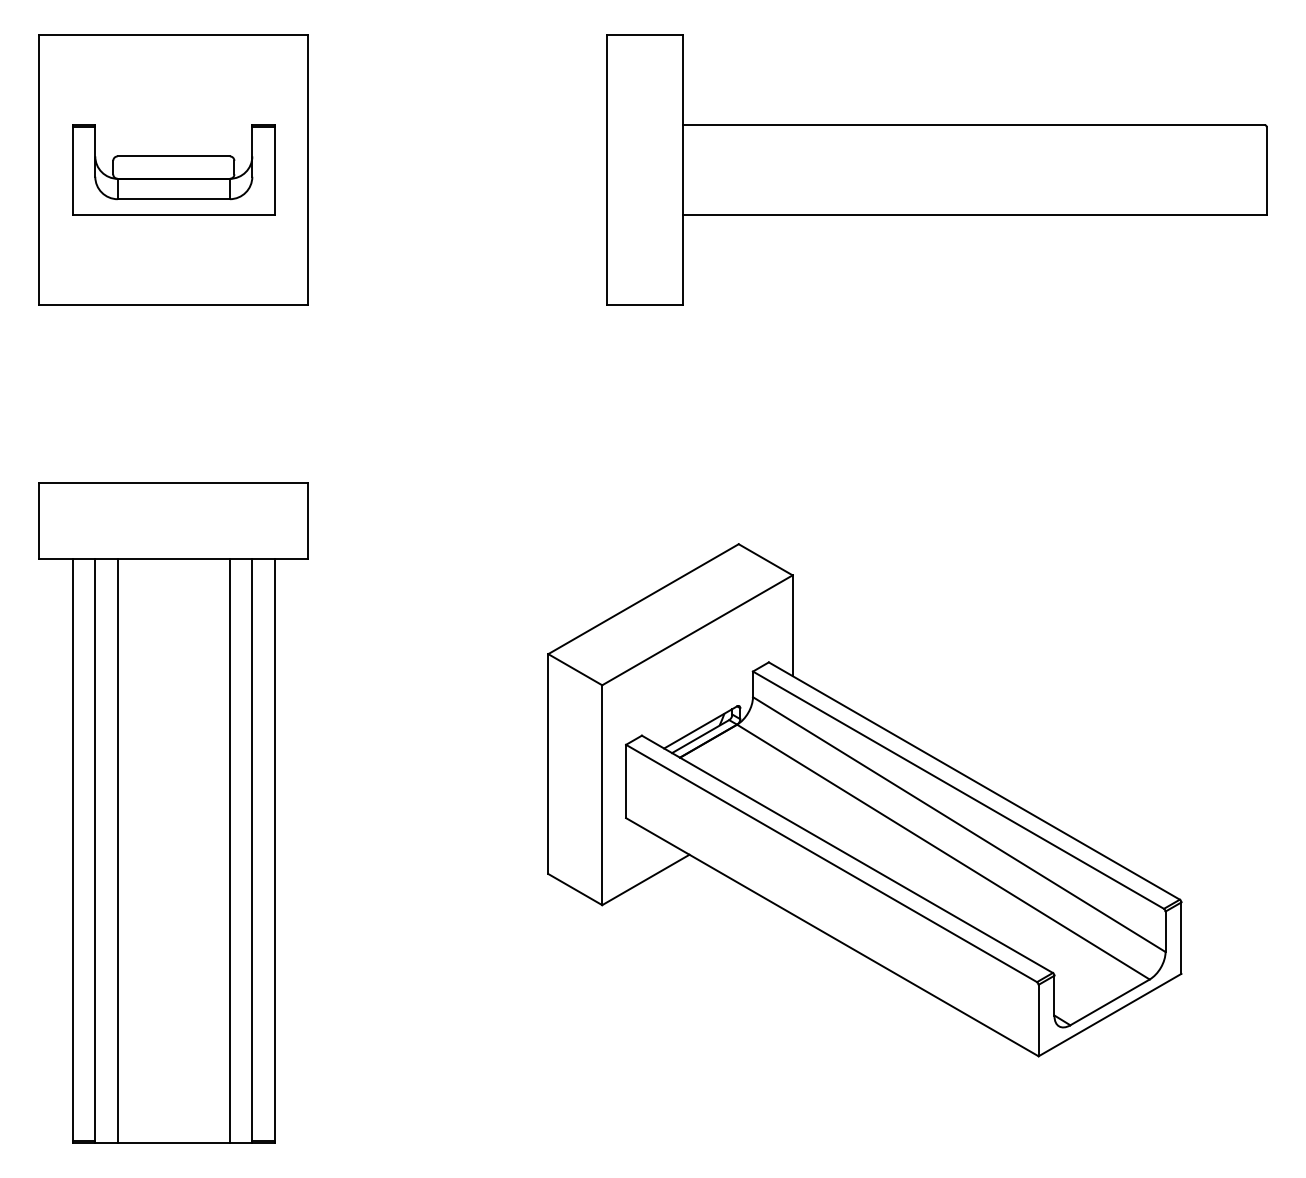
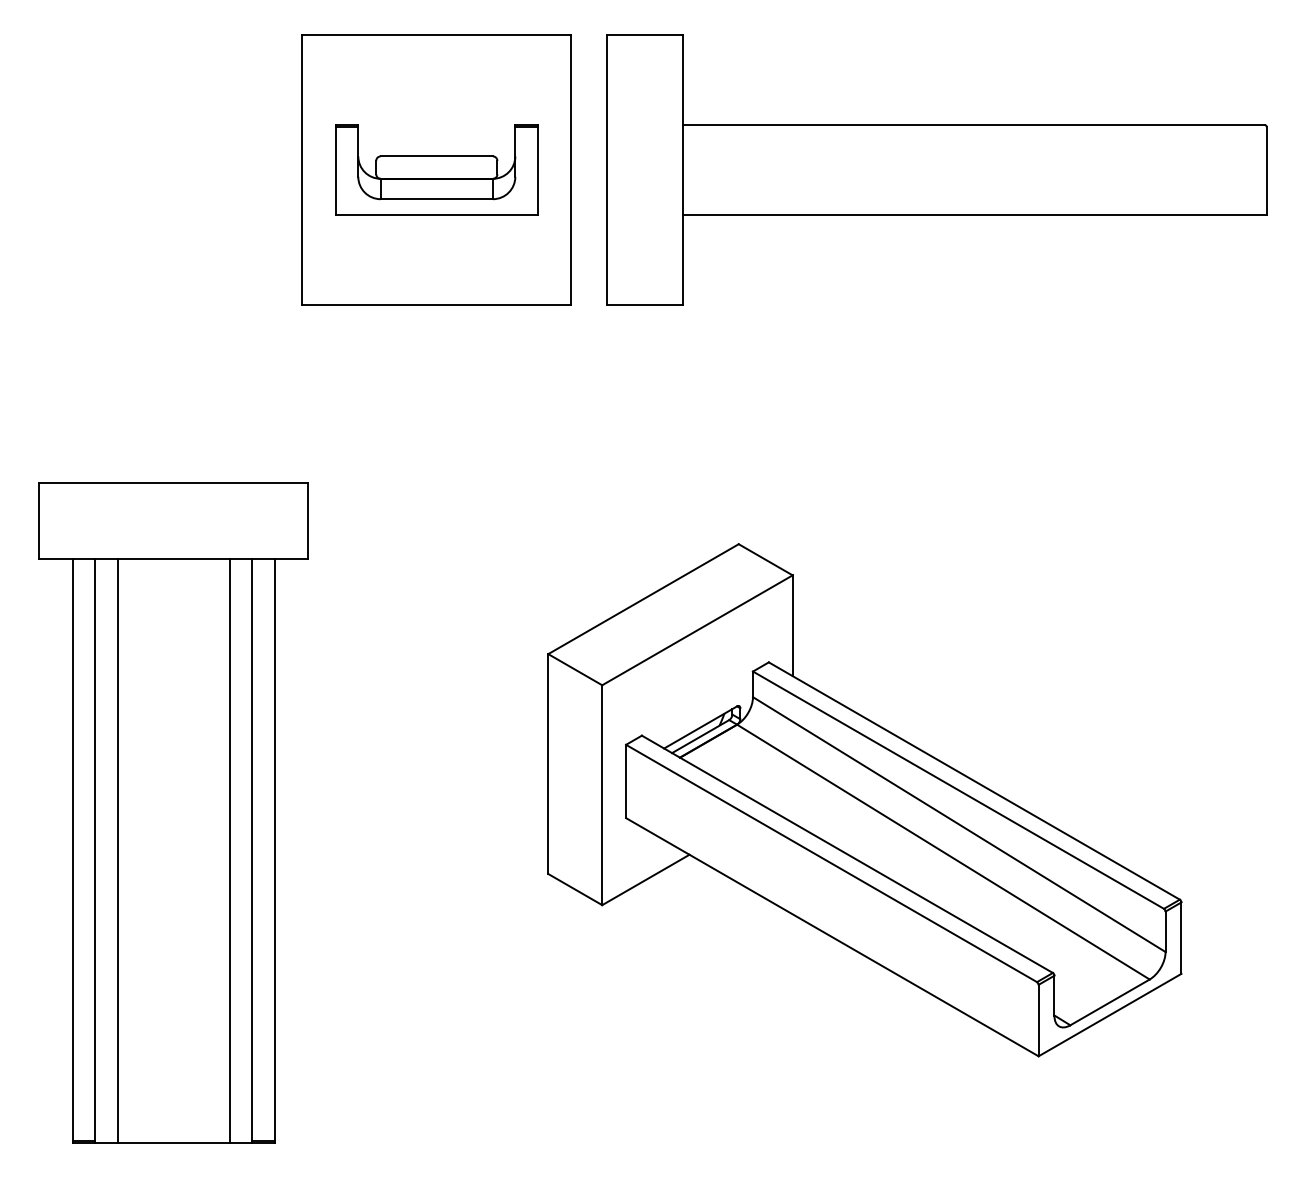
part at (173, 169) position: (173, 169) -> (436, 169)
